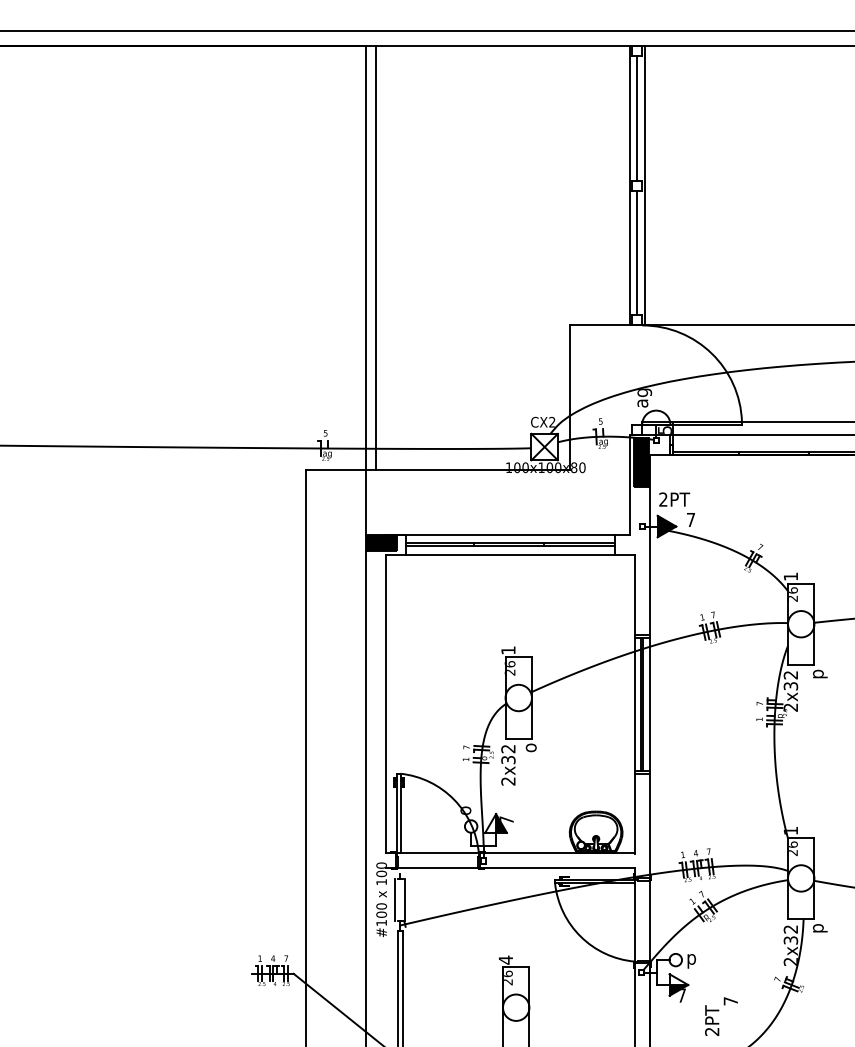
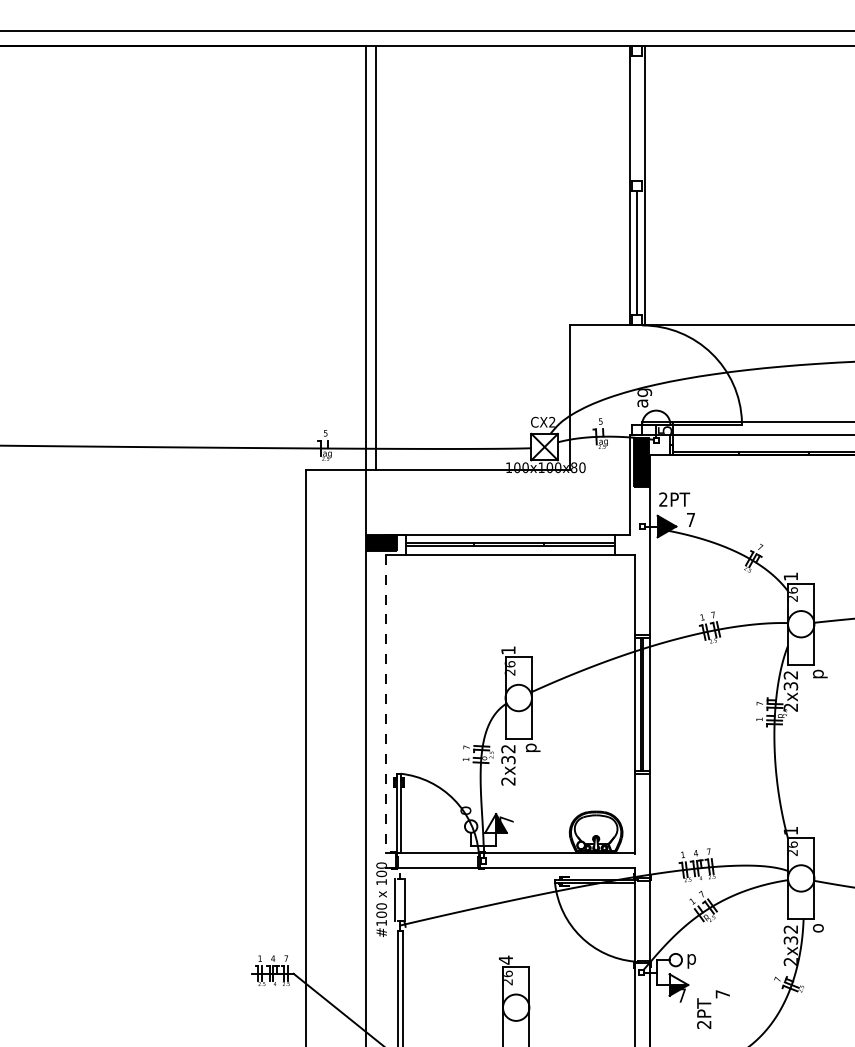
line at (637, 118): present -> none
line at (385, 704): solid -> dashed
text at (532, 749): o -> p
text at (820, 929): p -> o
text at (721, 1016) position: (721, 1016) -> (713, 1009)
